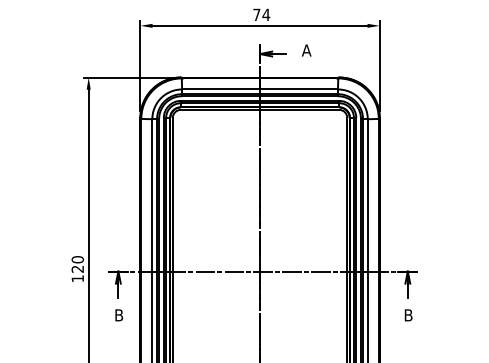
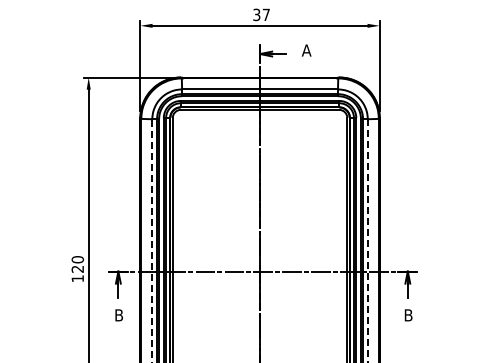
text at (261, 14): 74 -> 37
line at (152, 241): solid -> dashed
line at (367, 241): solid -> dashed
